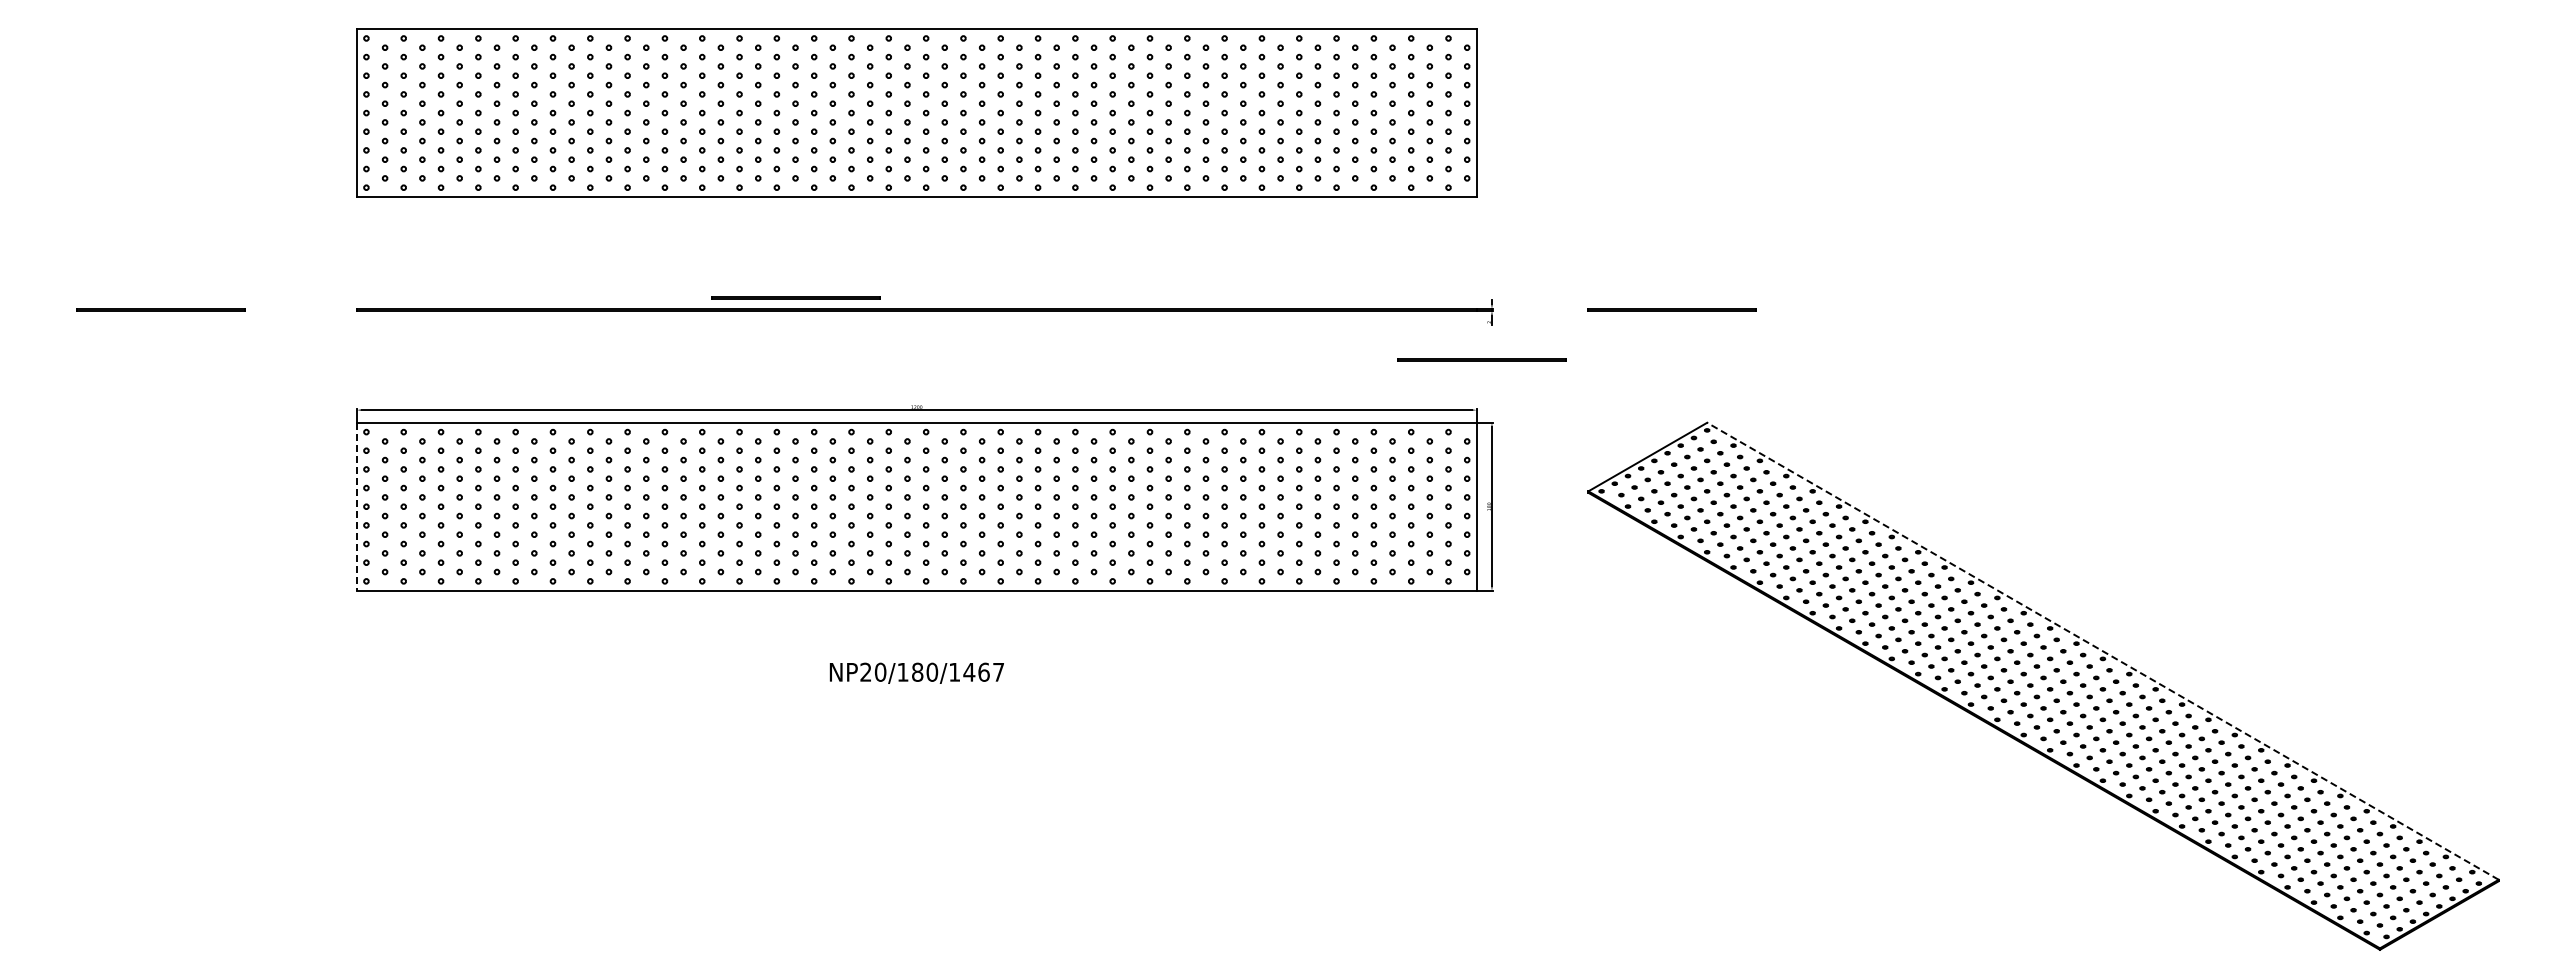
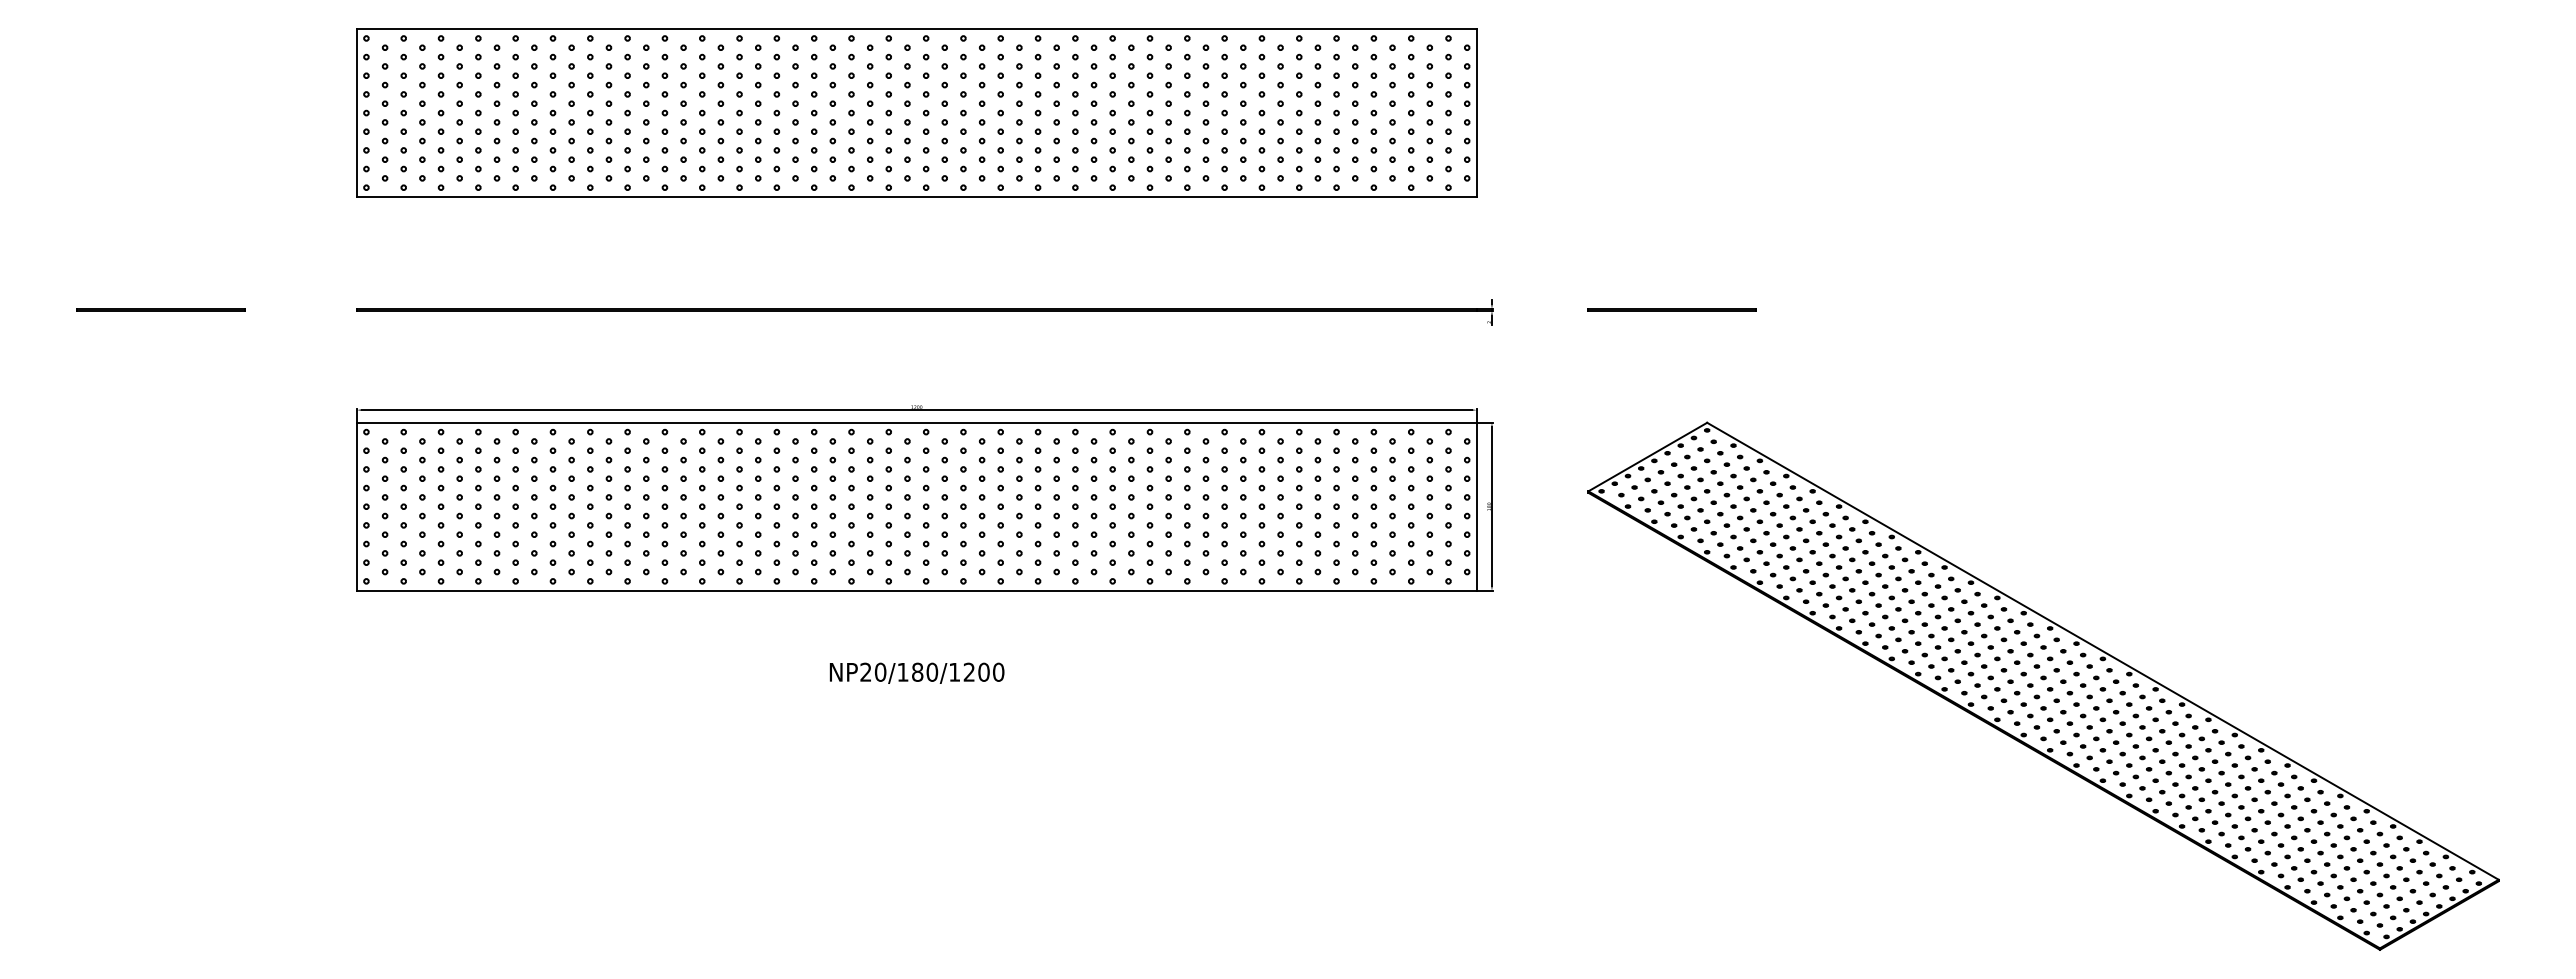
line at (795, 297): present -> none
line at (1481, 359): present -> none
line at (357, 506): dashed -> solid
line at (2102, 651): dashed -> solid
text at (983, 671): NP20/180/1467 -> NP20/180/1200
